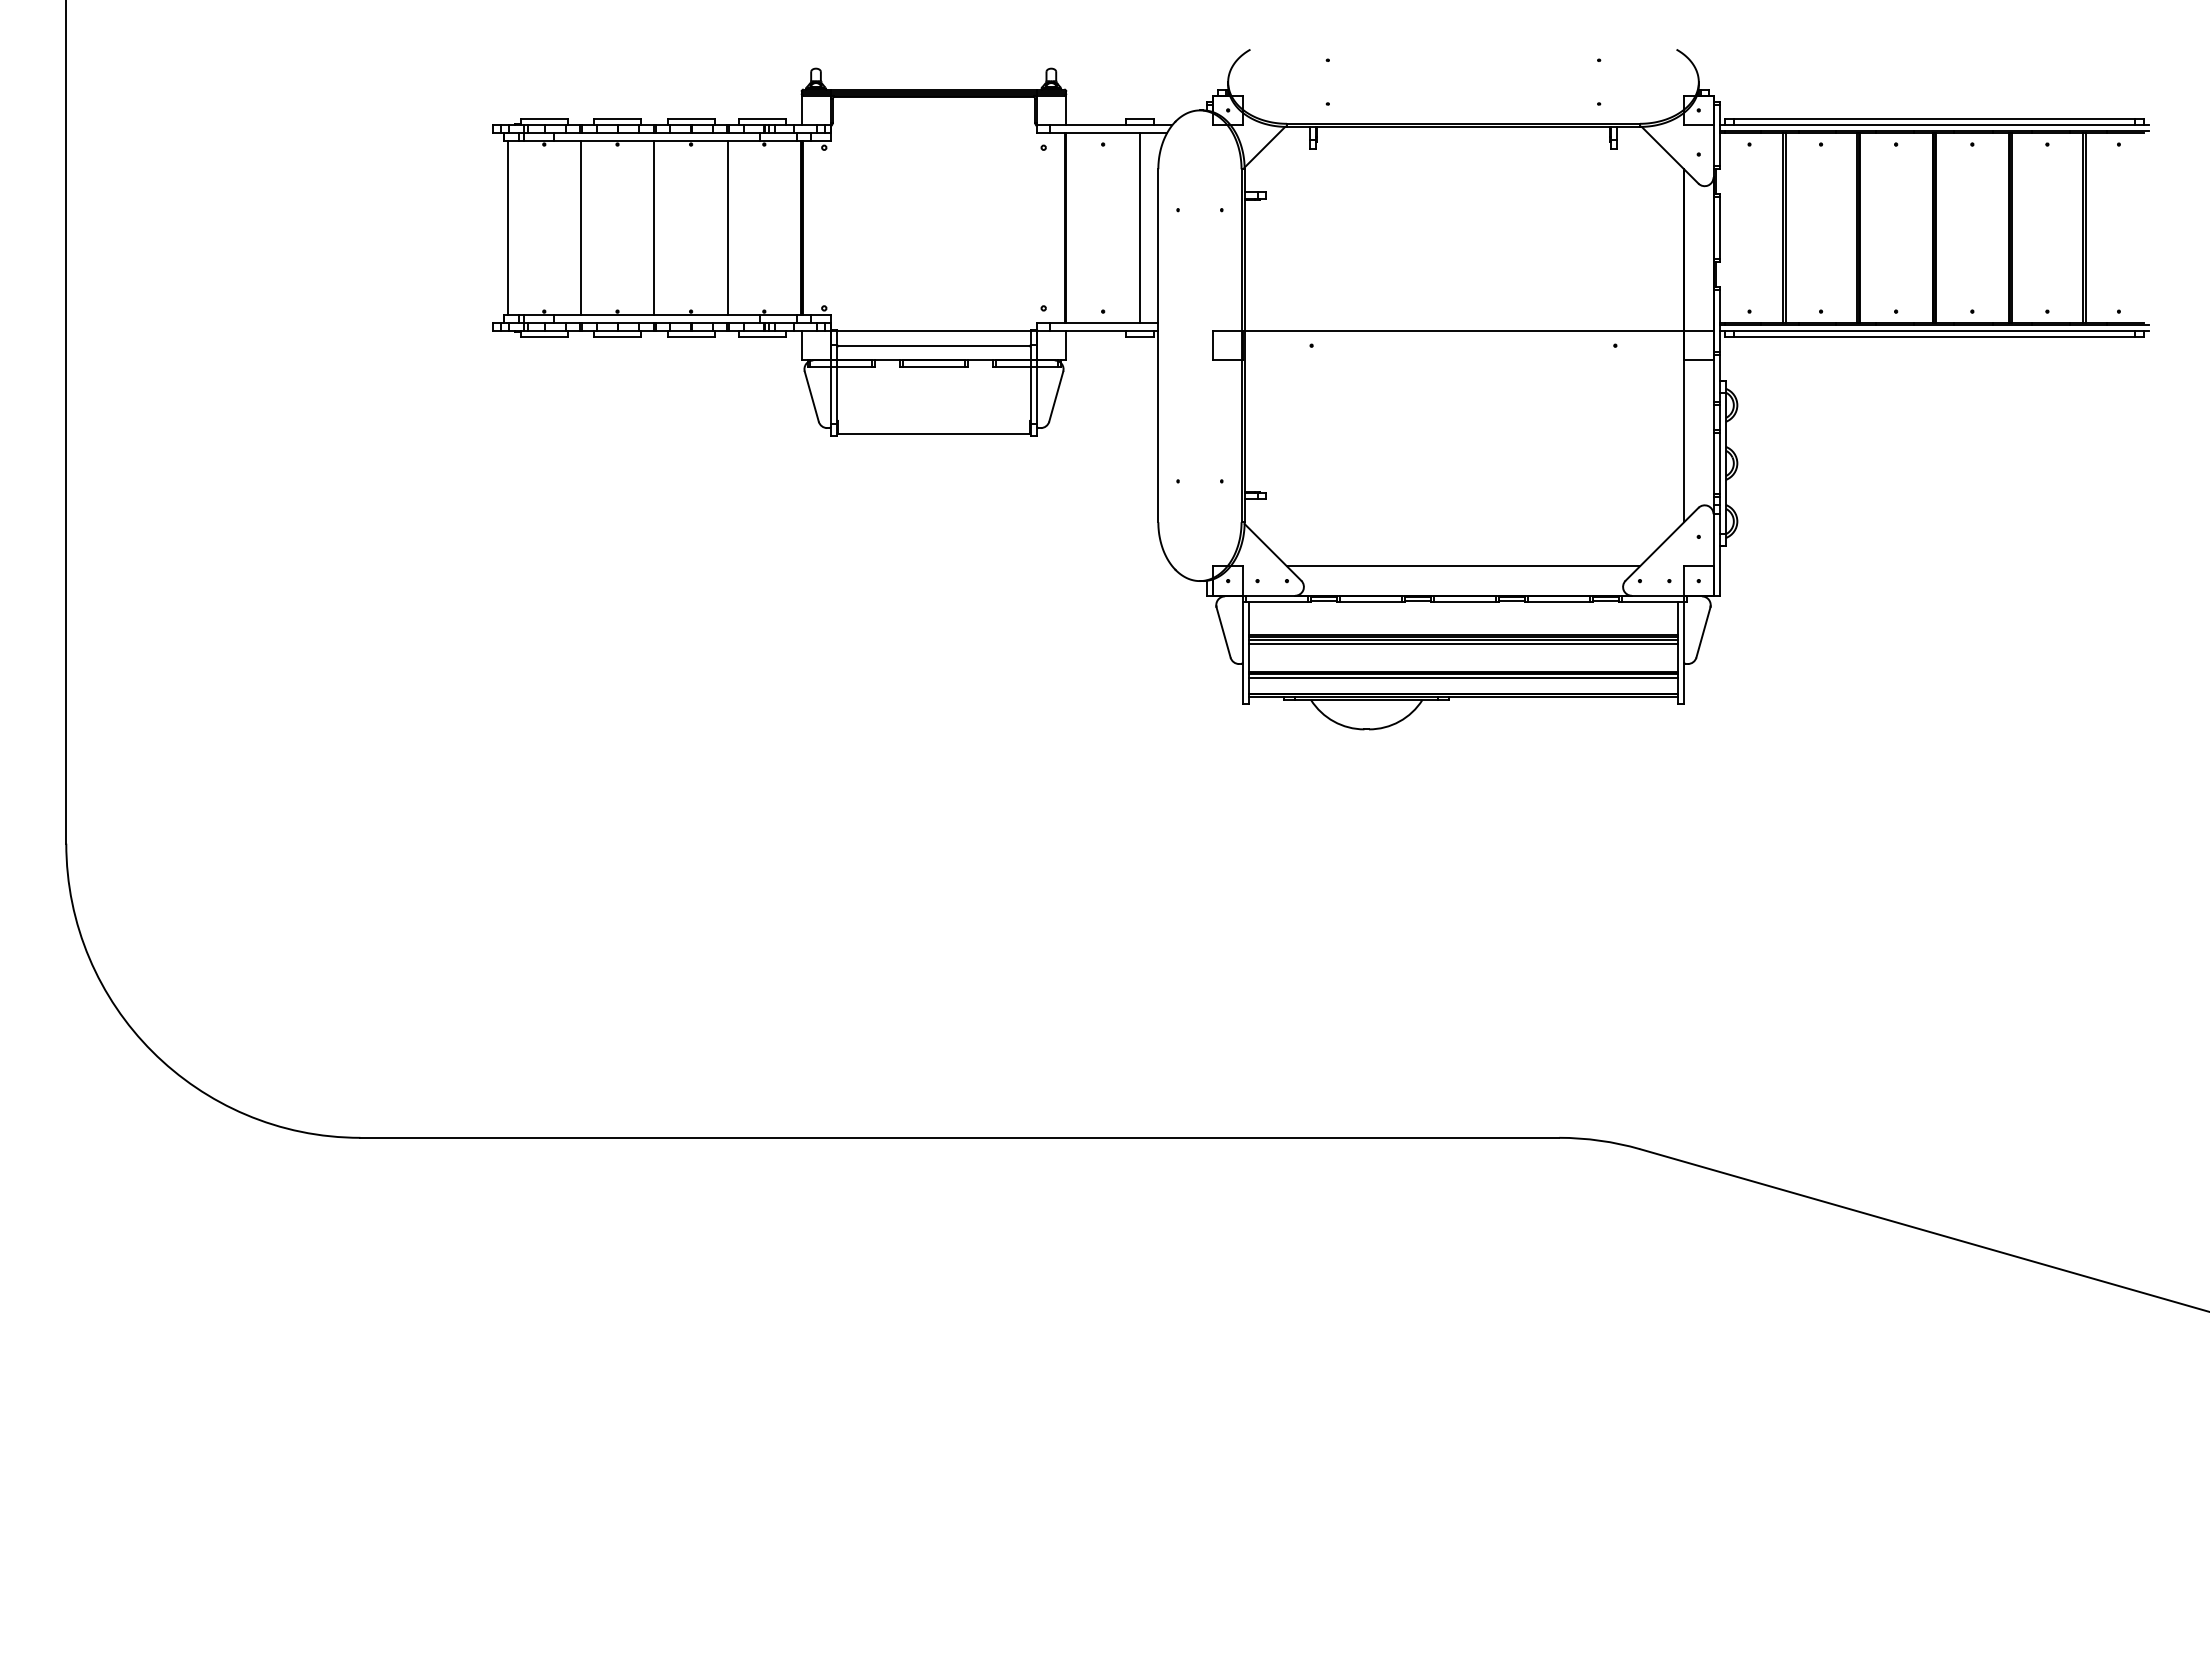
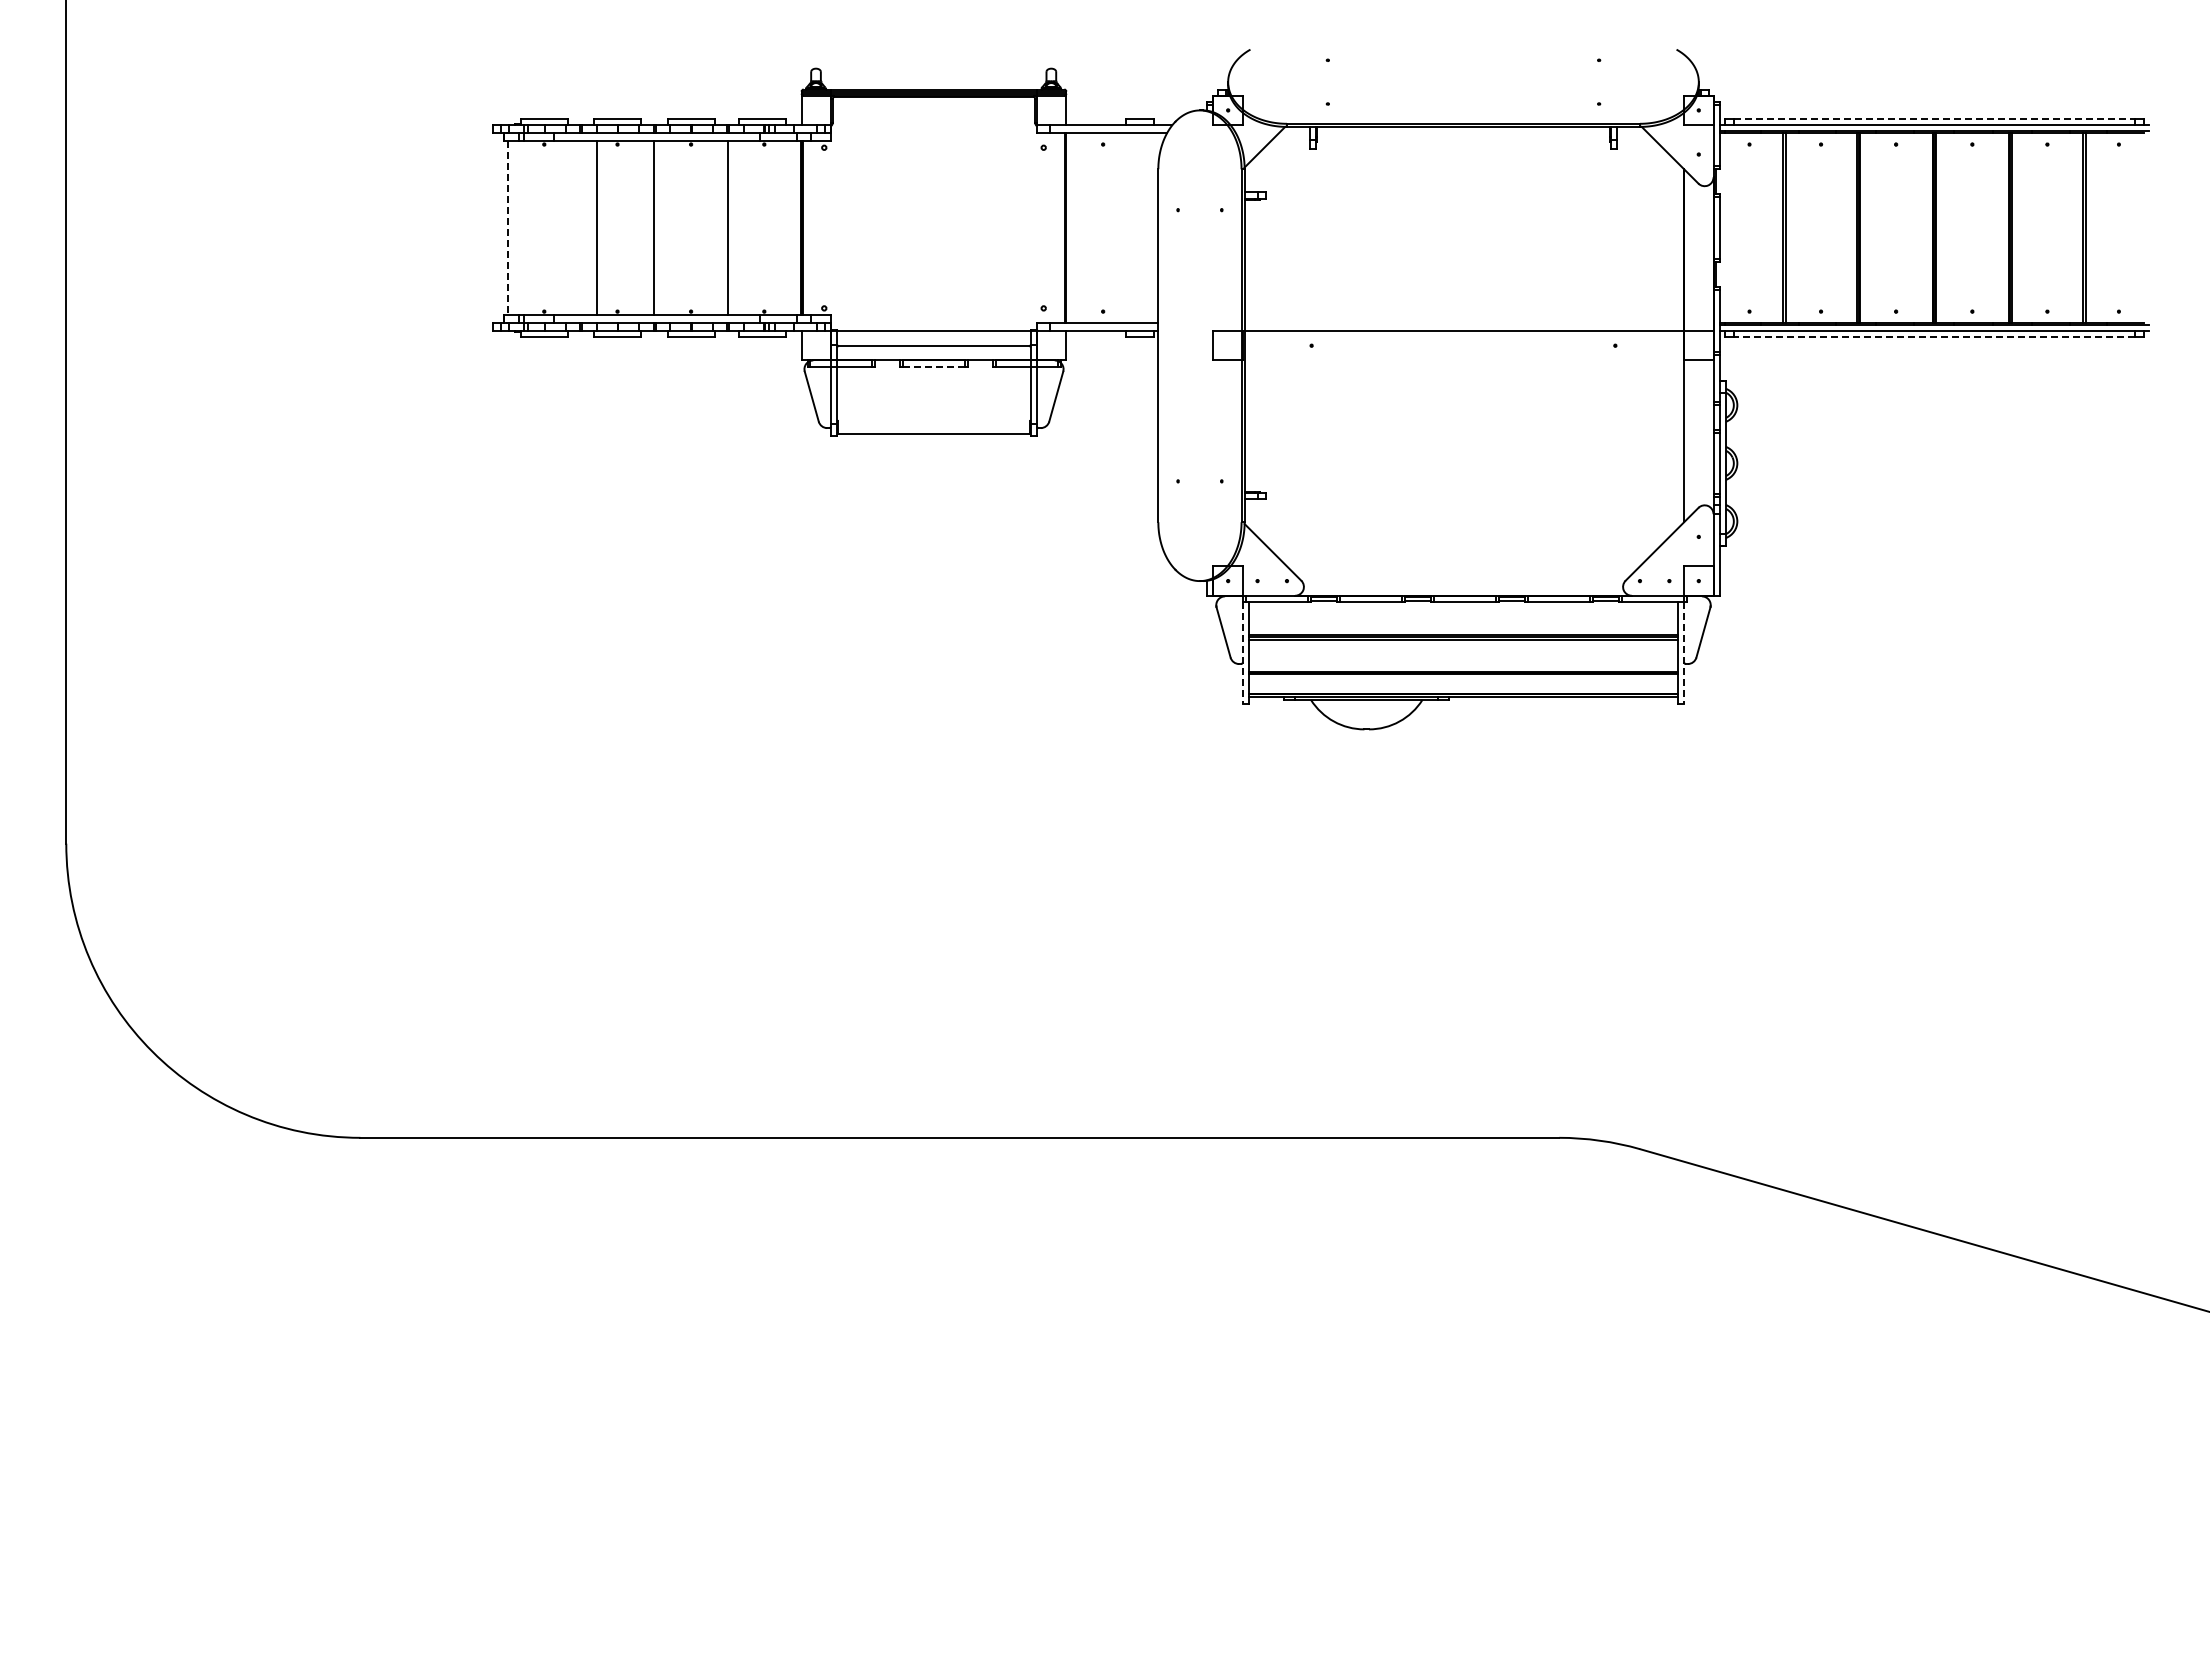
line at (1934, 118): solid -> dashed
line at (507, 228): solid -> dashed
line at (580, 228) position: (580, 228) -> (596, 228)
line at (1139, 228): present -> none
line at (1934, 337): solid -> dashed
line at (934, 366): solid -> dashed
line at (1463, 566): present -> none
line at (1463, 643): present -> none
line at (1242, 652): solid -> dashed
line at (1684, 652): solid -> dashed
line at (1463, 677): present -> none
